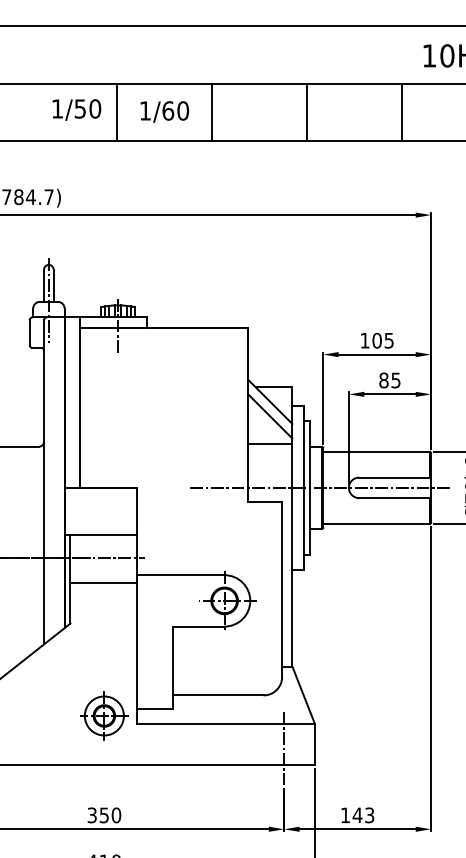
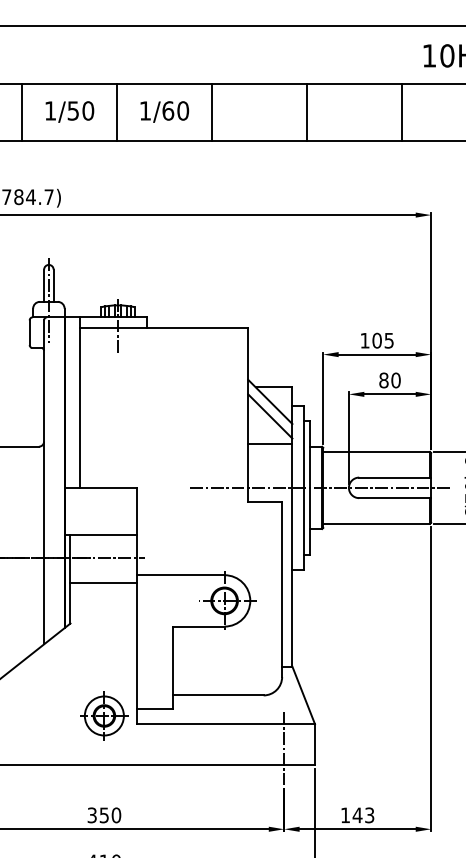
text at (76, 109) position: (76, 109) -> (69, 111)
line at (22, 112): none -> present
text at (395, 380): 85 -> 80
